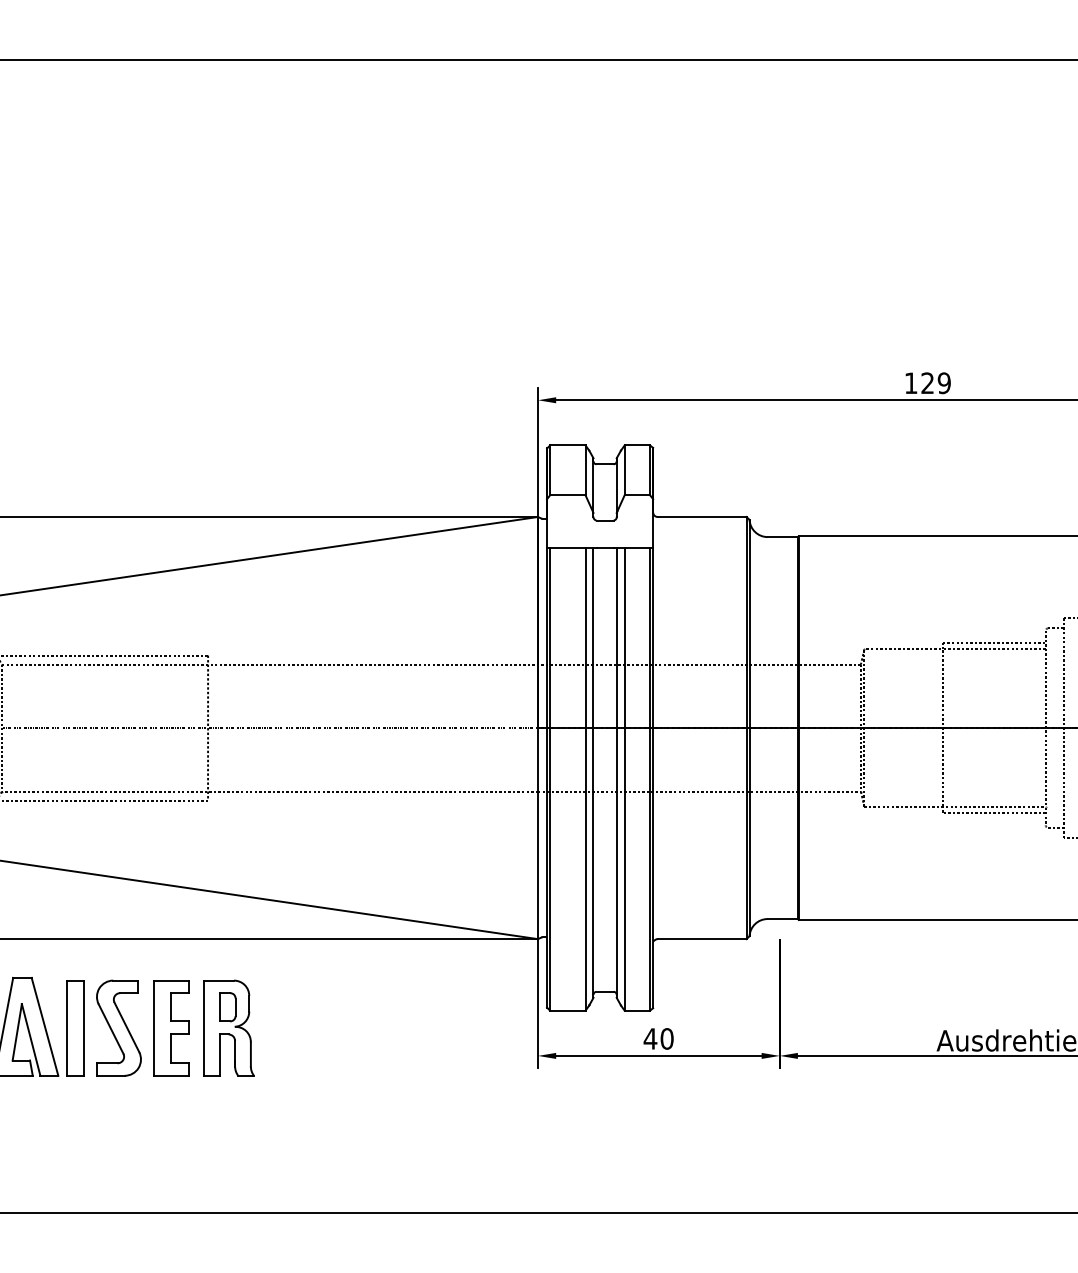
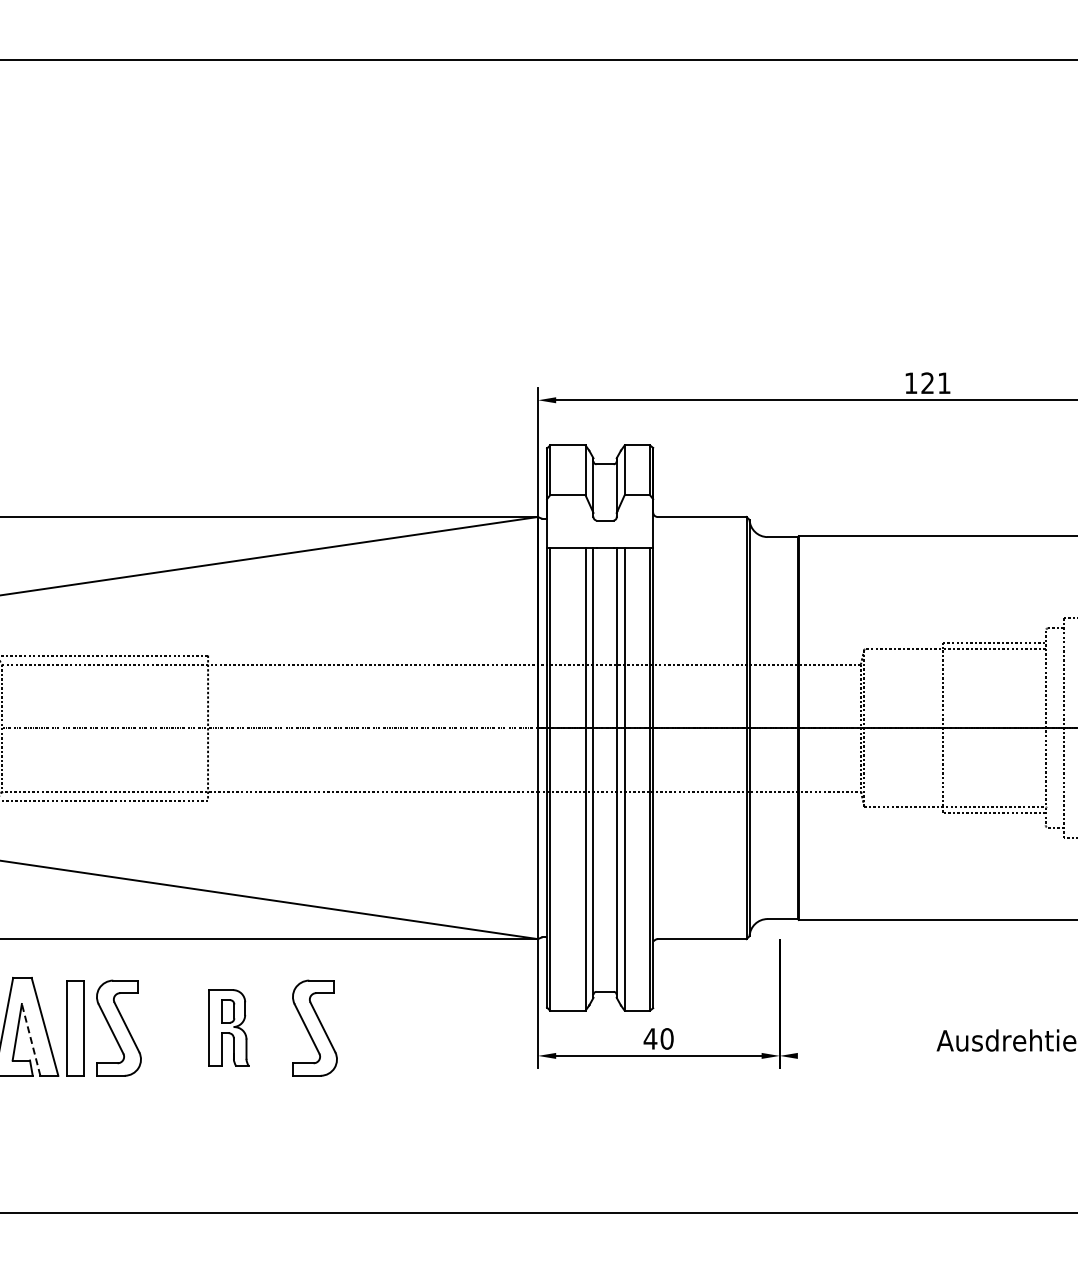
text at (943, 383): 129 -> 121
part at (228, 1027) size: 52x98 px -> 42x78 px
part at (314, 1027): none -> present
part at (171, 1028): present -> none
line at (31, 1039): solid -> dashed
line at (935, 1055): present -> none
